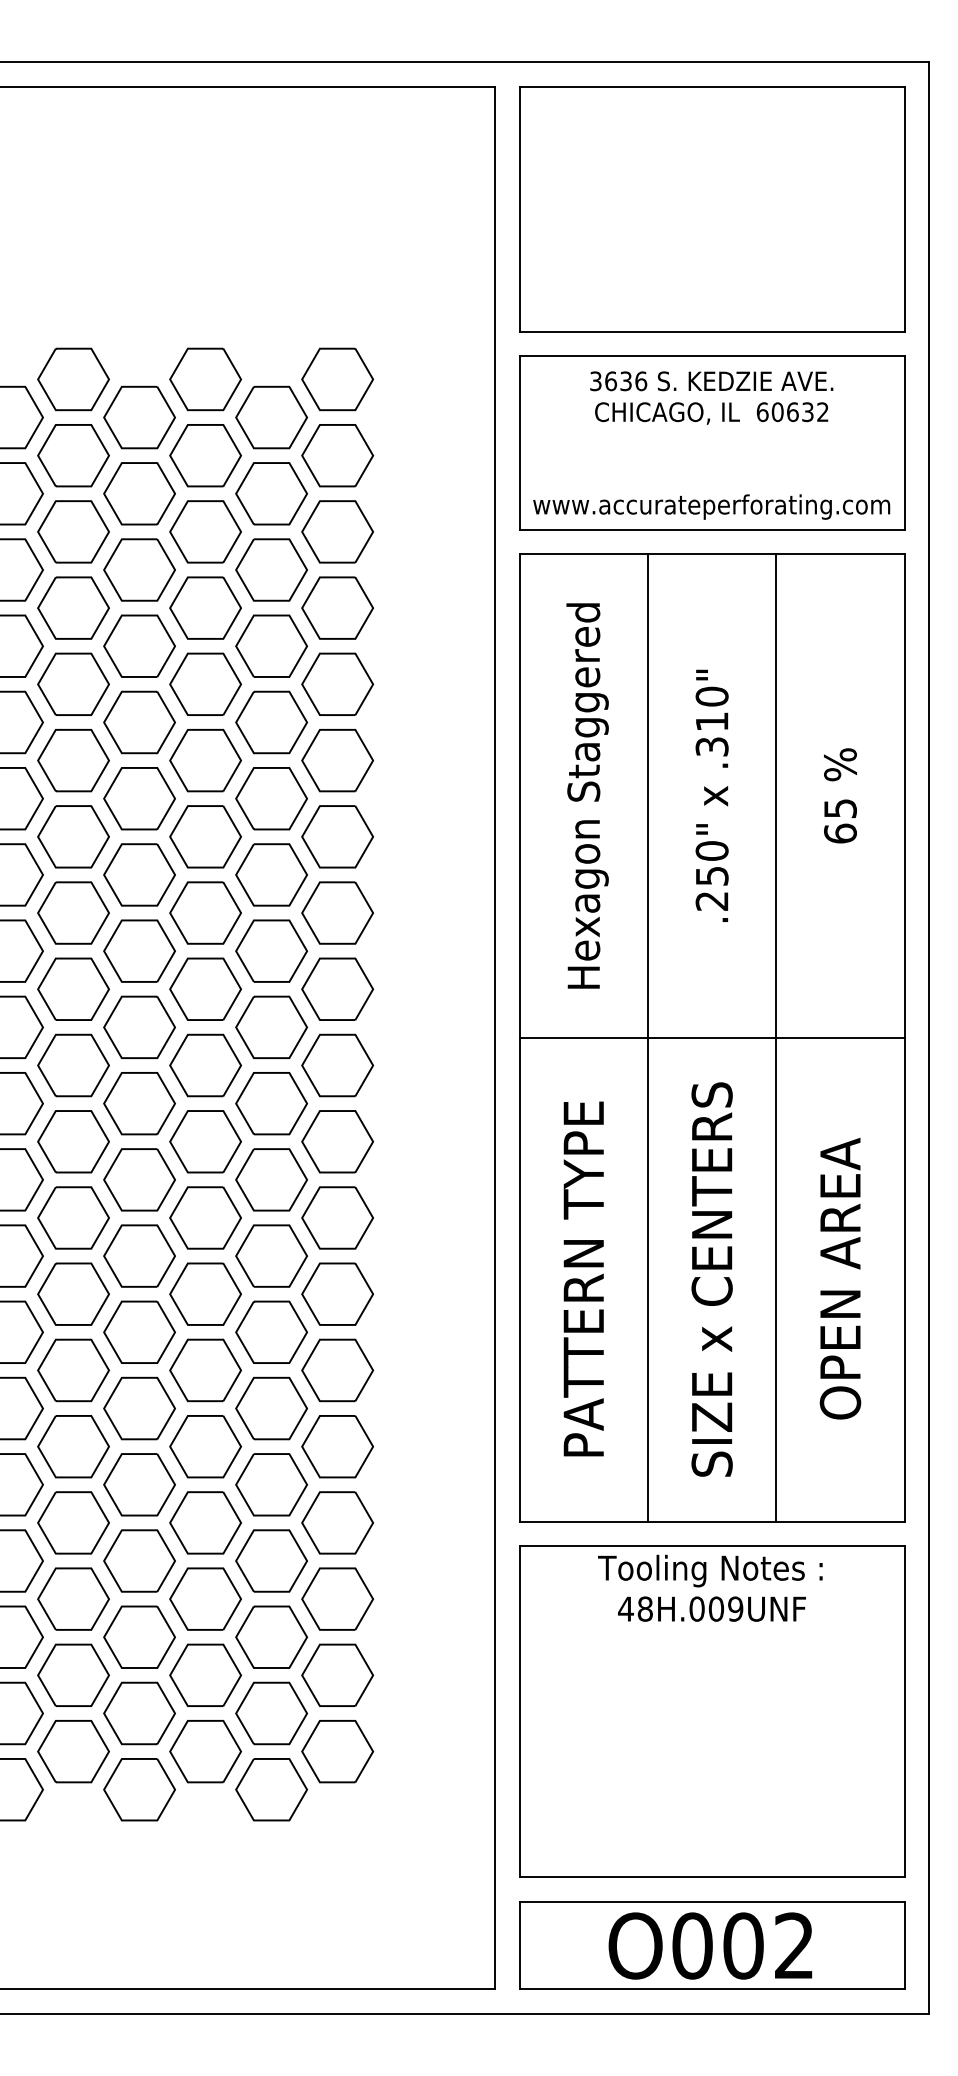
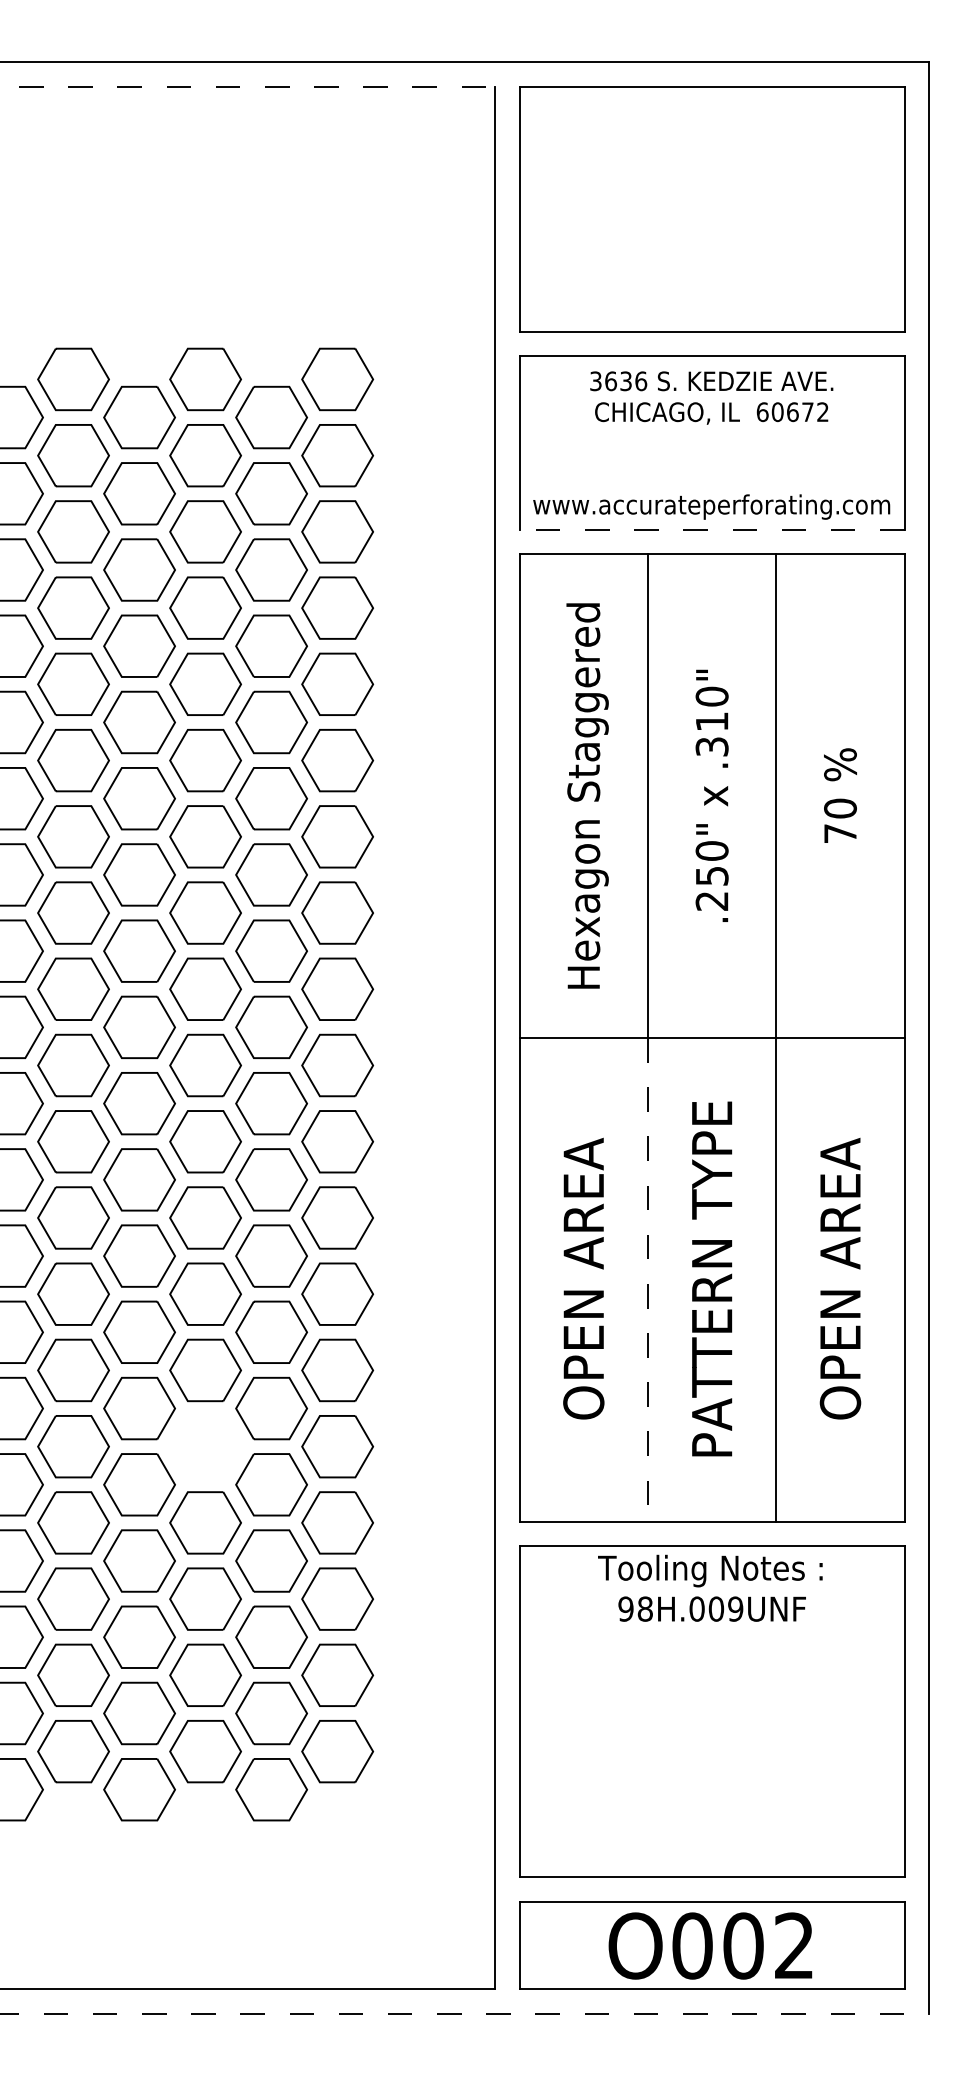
line at (248, 86): solid -> dashed
text at (807, 412): 60632 -> 60672
line at (712, 529): solid -> dashed
text at (840, 820): 65 -> 70
text at (583, 1278): PATTERN TYPE -> OPEN AREA
line at (647, 1279): solid -> dashed
text at (711, 1279): SIZE x CENTERS -> PATTERN TYPE
part at (205, 1446): present -> none
text at (625, 1608): 48H.009UNF -> 98H.009UNF
line at (465, 2013): solid -> dashed
